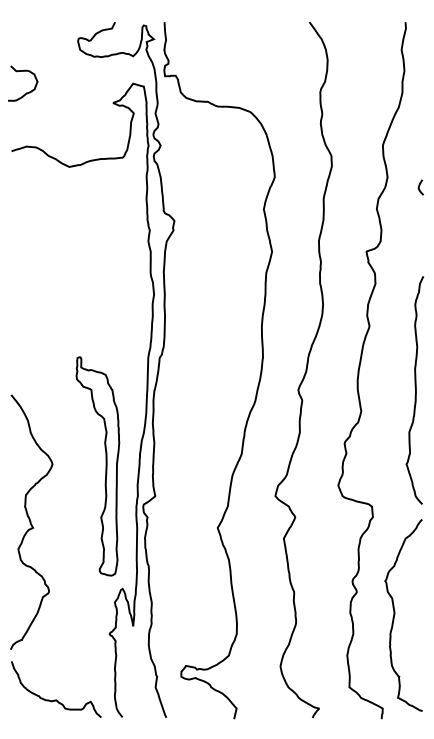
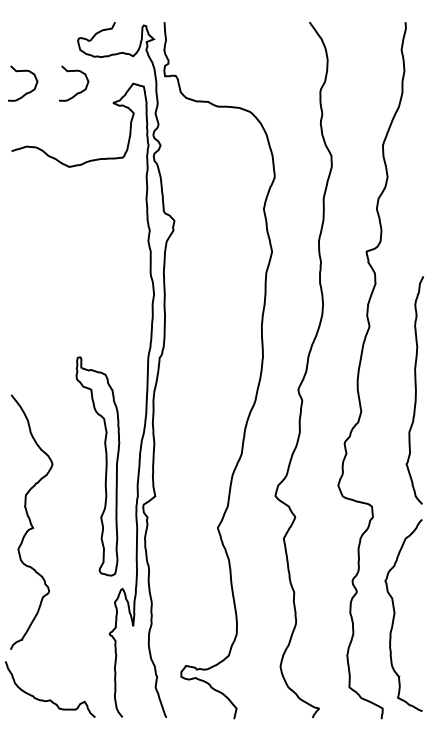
curve at (77, 92): none -> present
curve at (419, 187): present -> none
curve at (56, 699) position: (56, 699) -> (50, 699)
